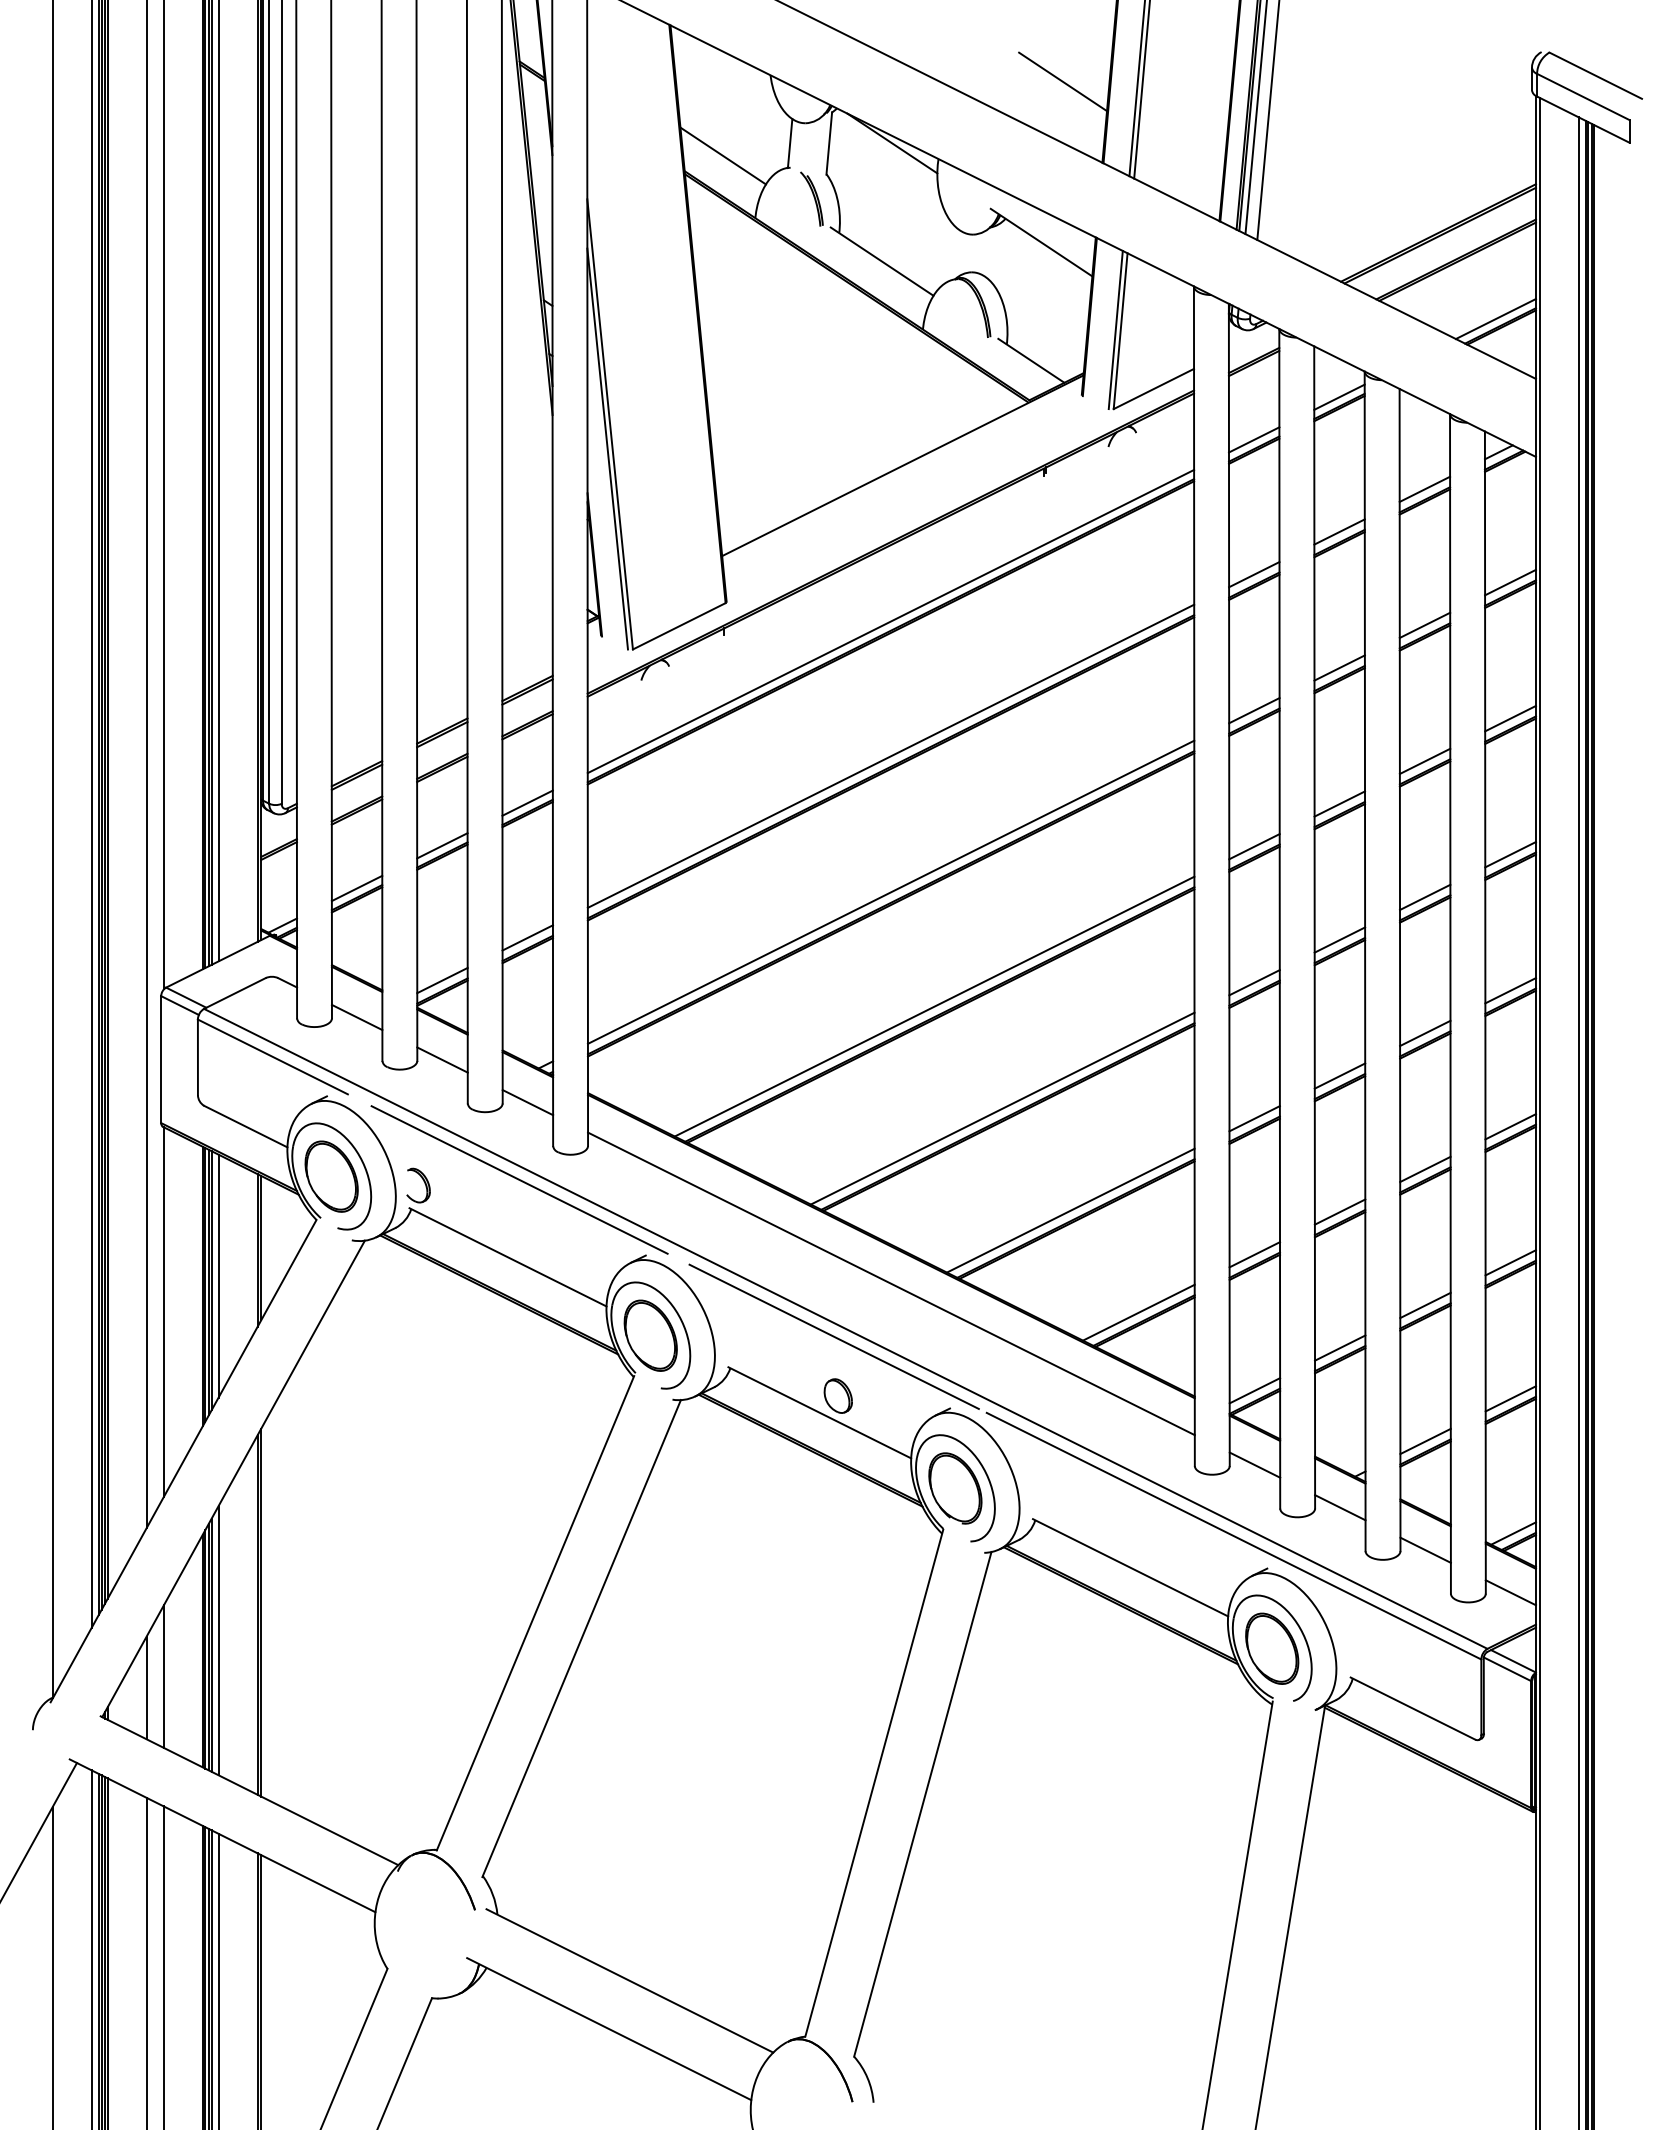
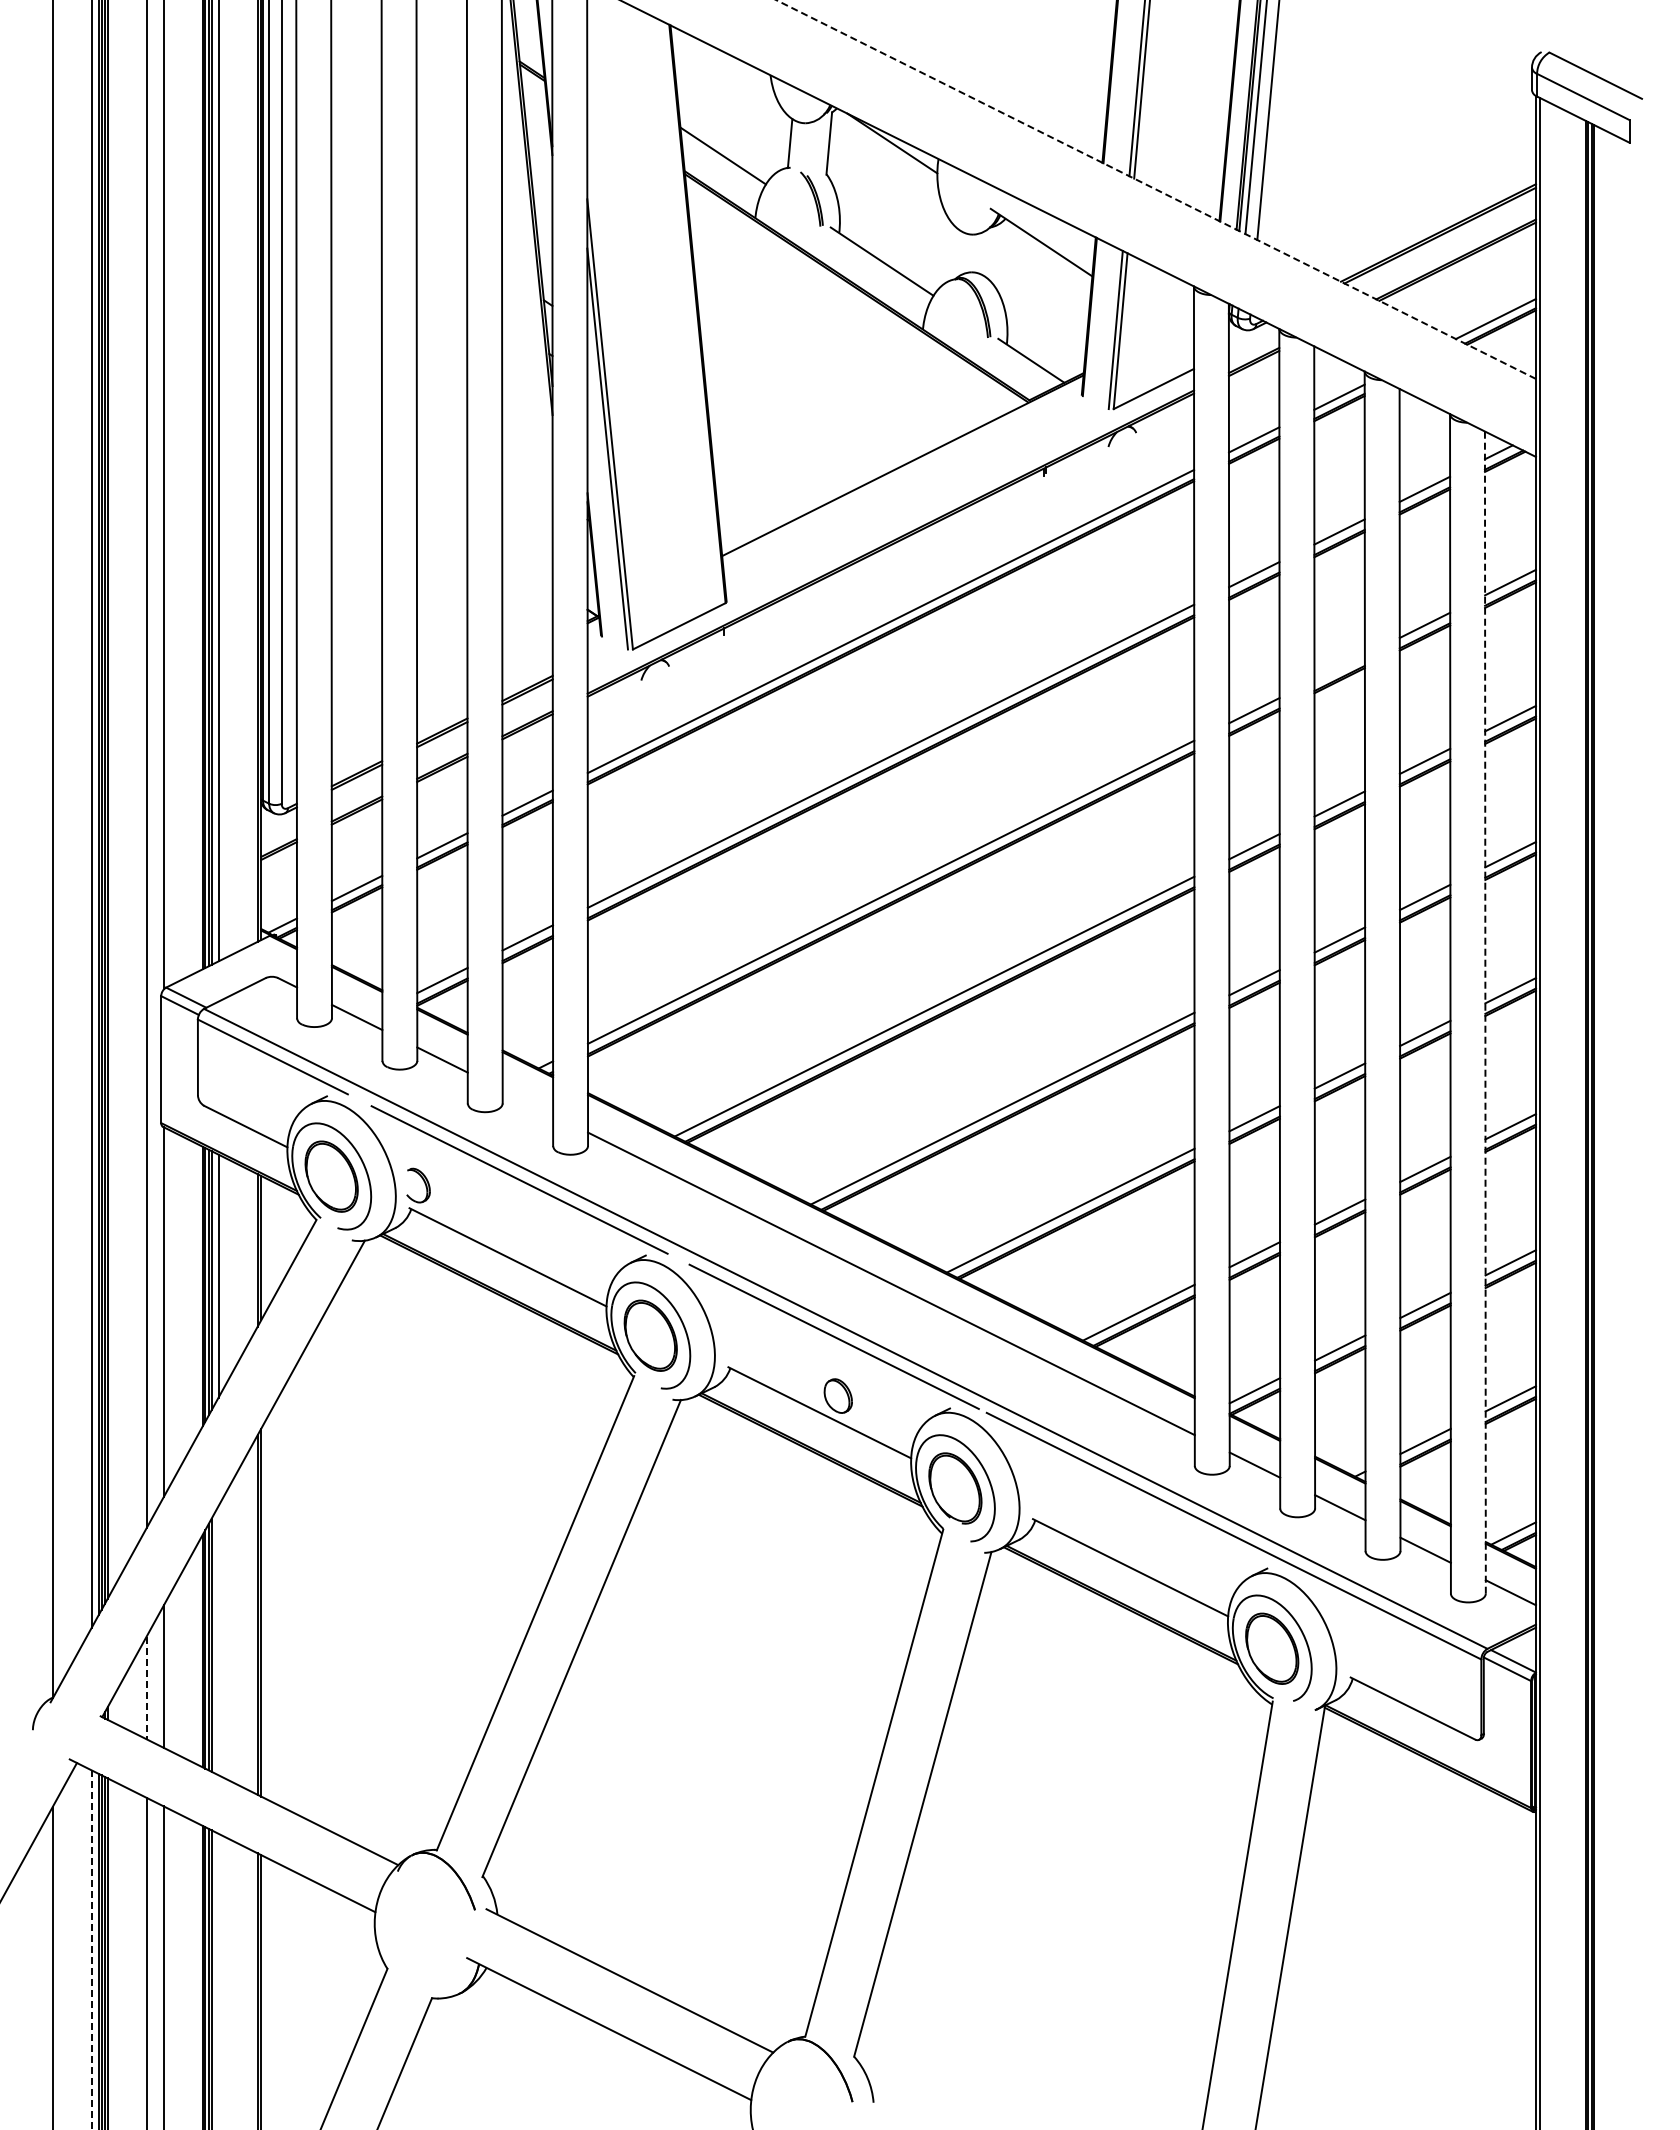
line at (1063, 81): present -> none
line at (1155, 189): solid -> dashed
line at (1339, 667): present -> none
line at (1485, 1012): solid -> dashed
line at (527, 1102): present -> none
line at (1578, 1121): present -> none
line at (218, 1640): present -> none
line at (146, 1688): solid -> dashed
line at (91, 1950): solid -> dashed
line at (218, 1979): present -> none
